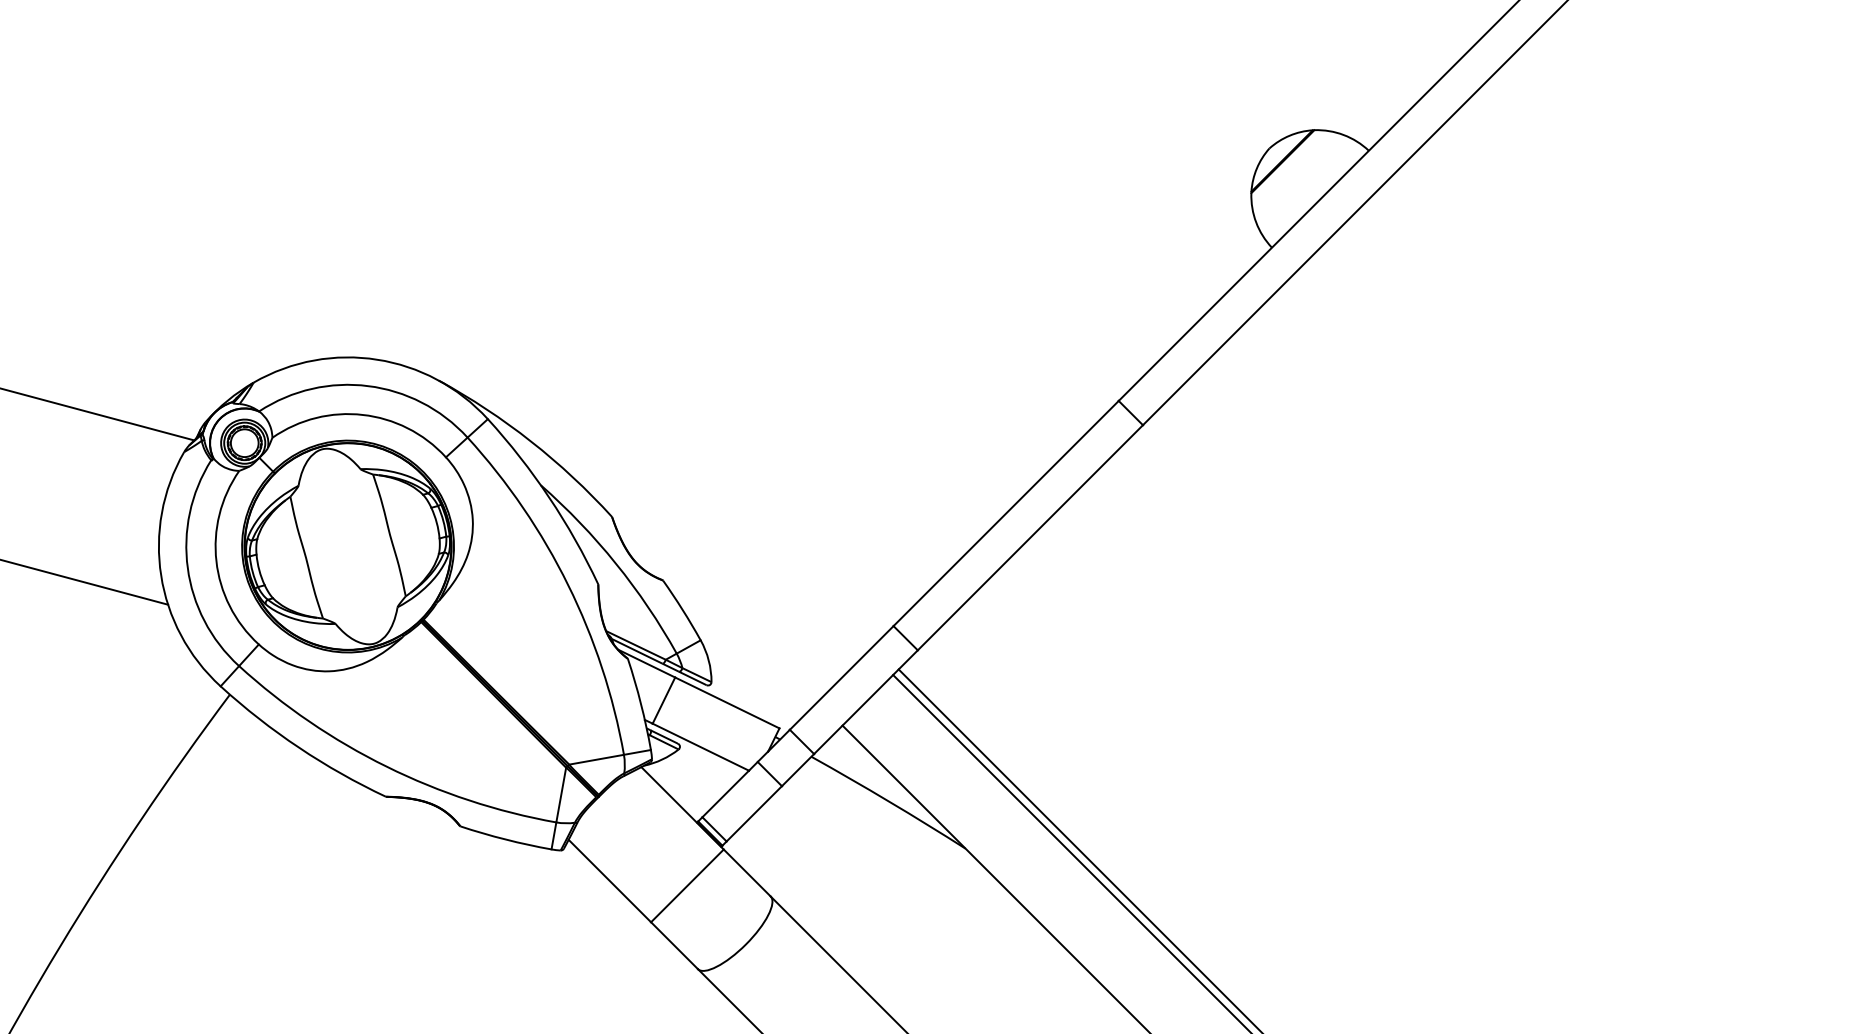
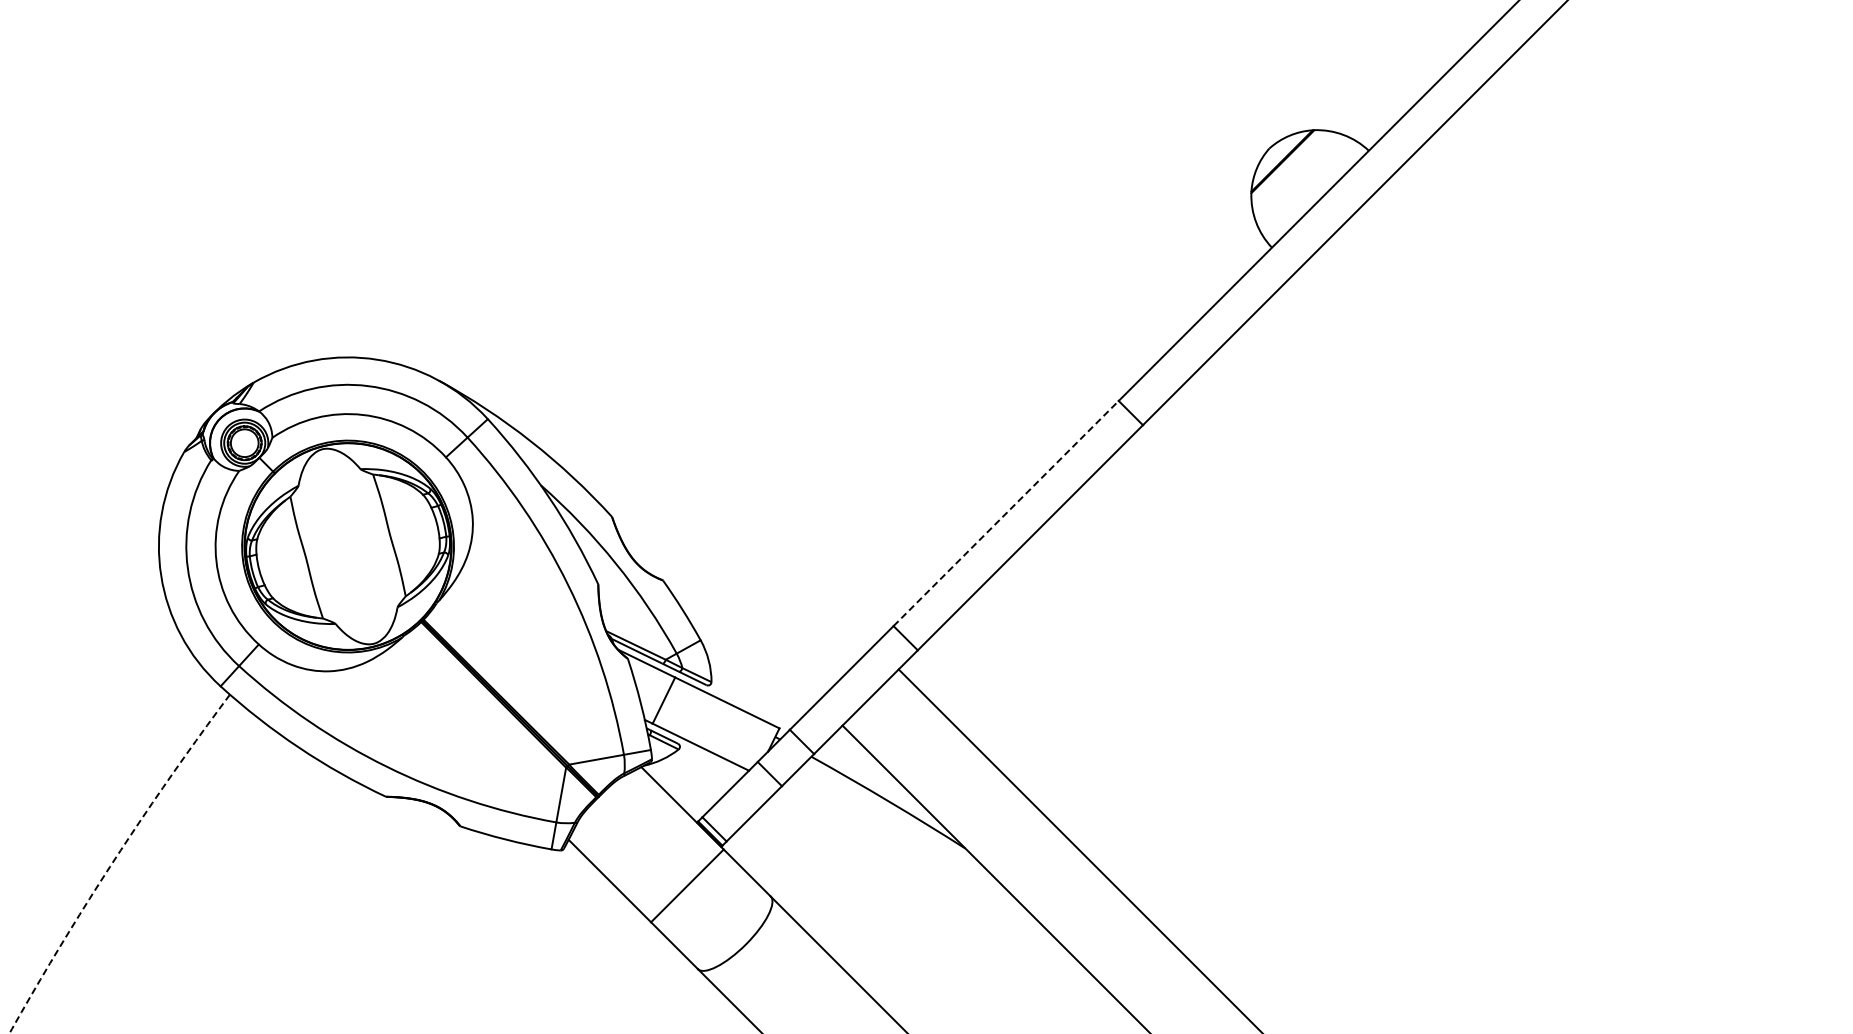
line at (98, 414): present -> none
line at (1006, 513): solid -> dashed
line at (85, 582): present -> none
line at (1070, 852): present -> none
arc at (115, 858): solid -> dashed
